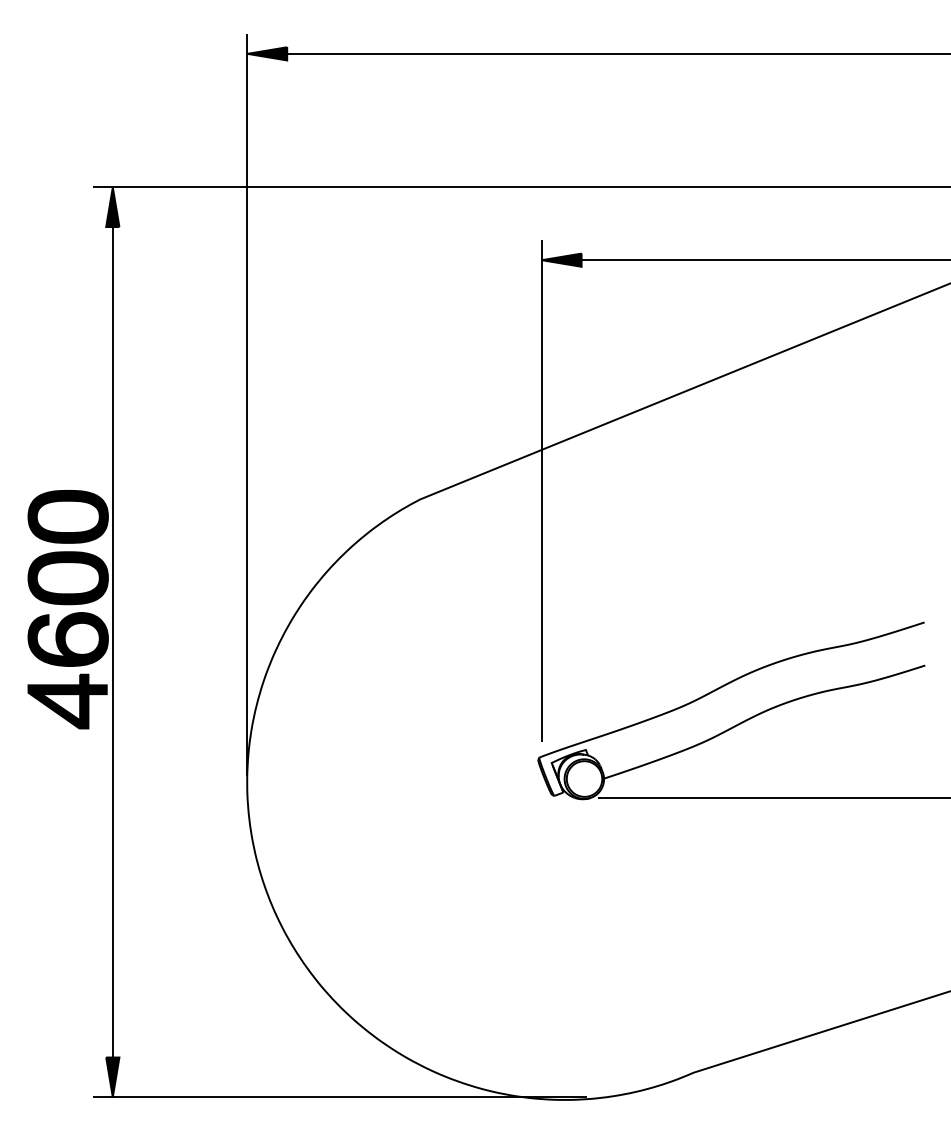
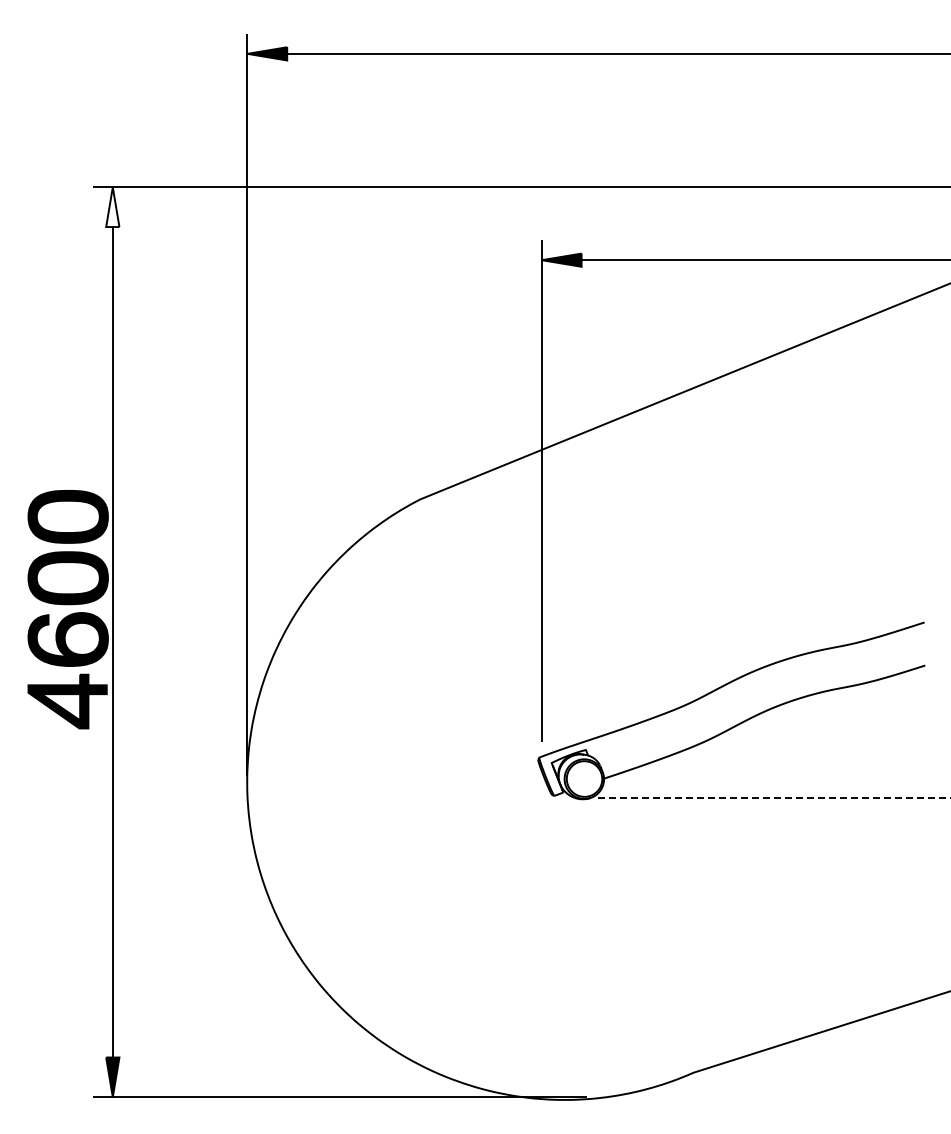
fill at (112, 207): present -> none
line at (774, 797): solid -> dashed
